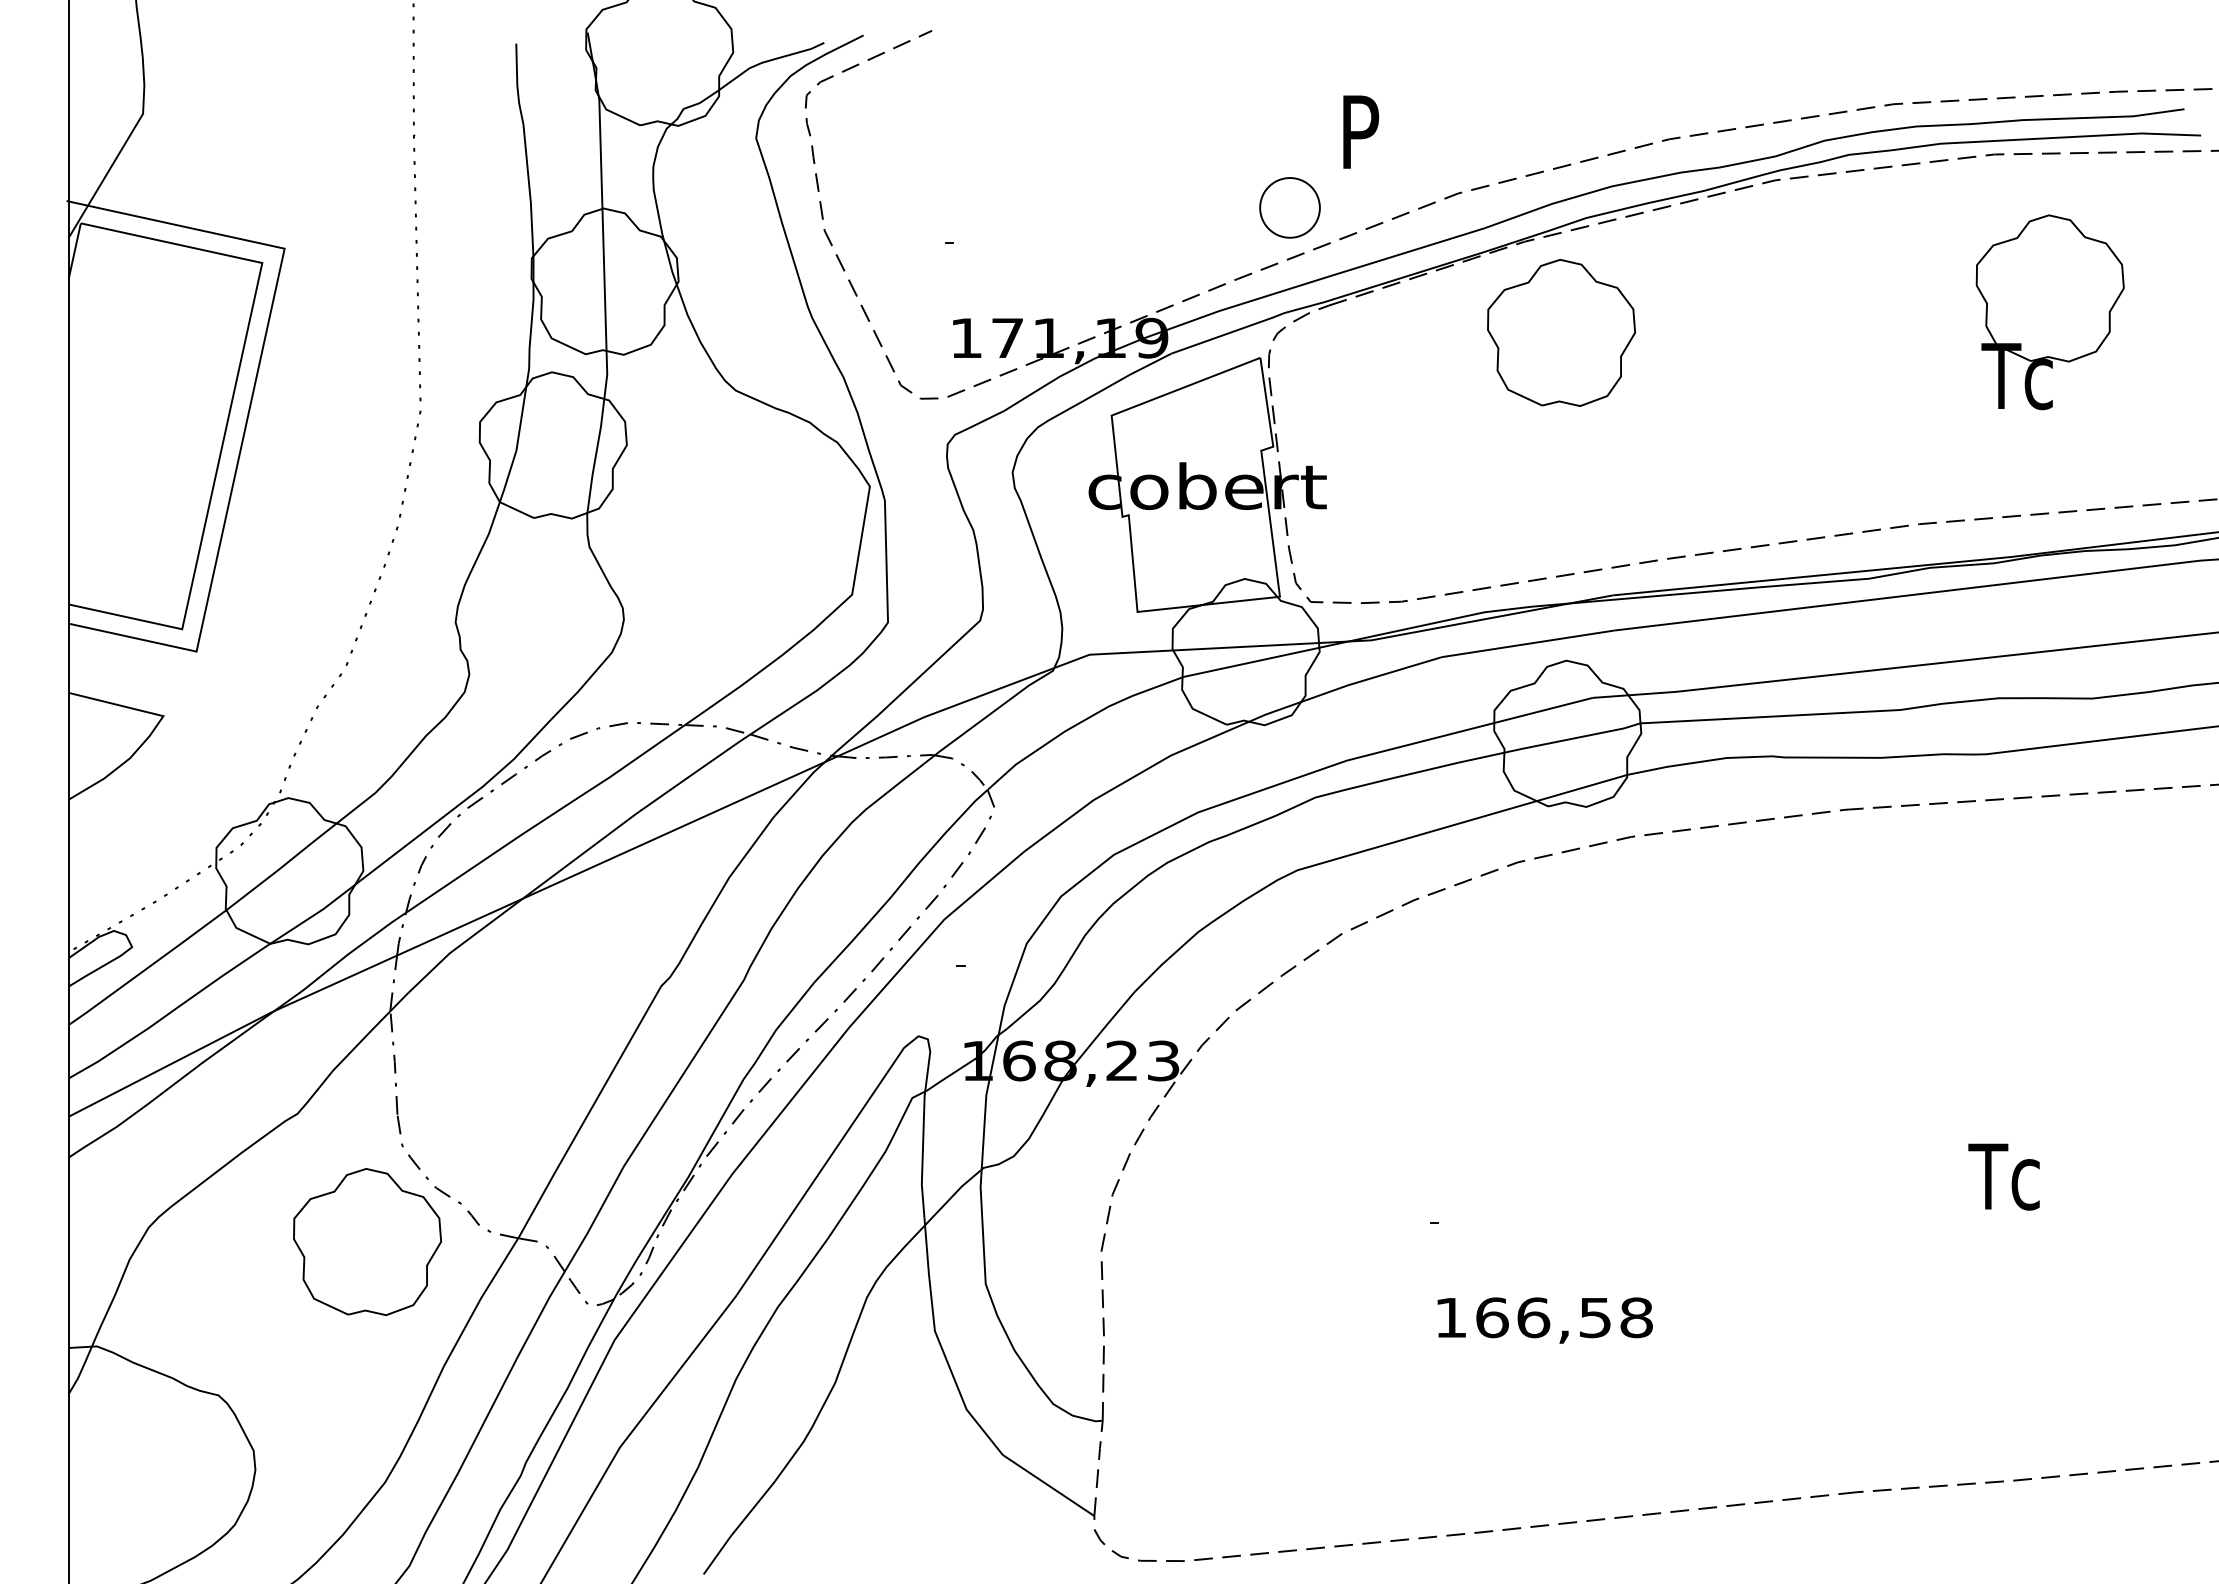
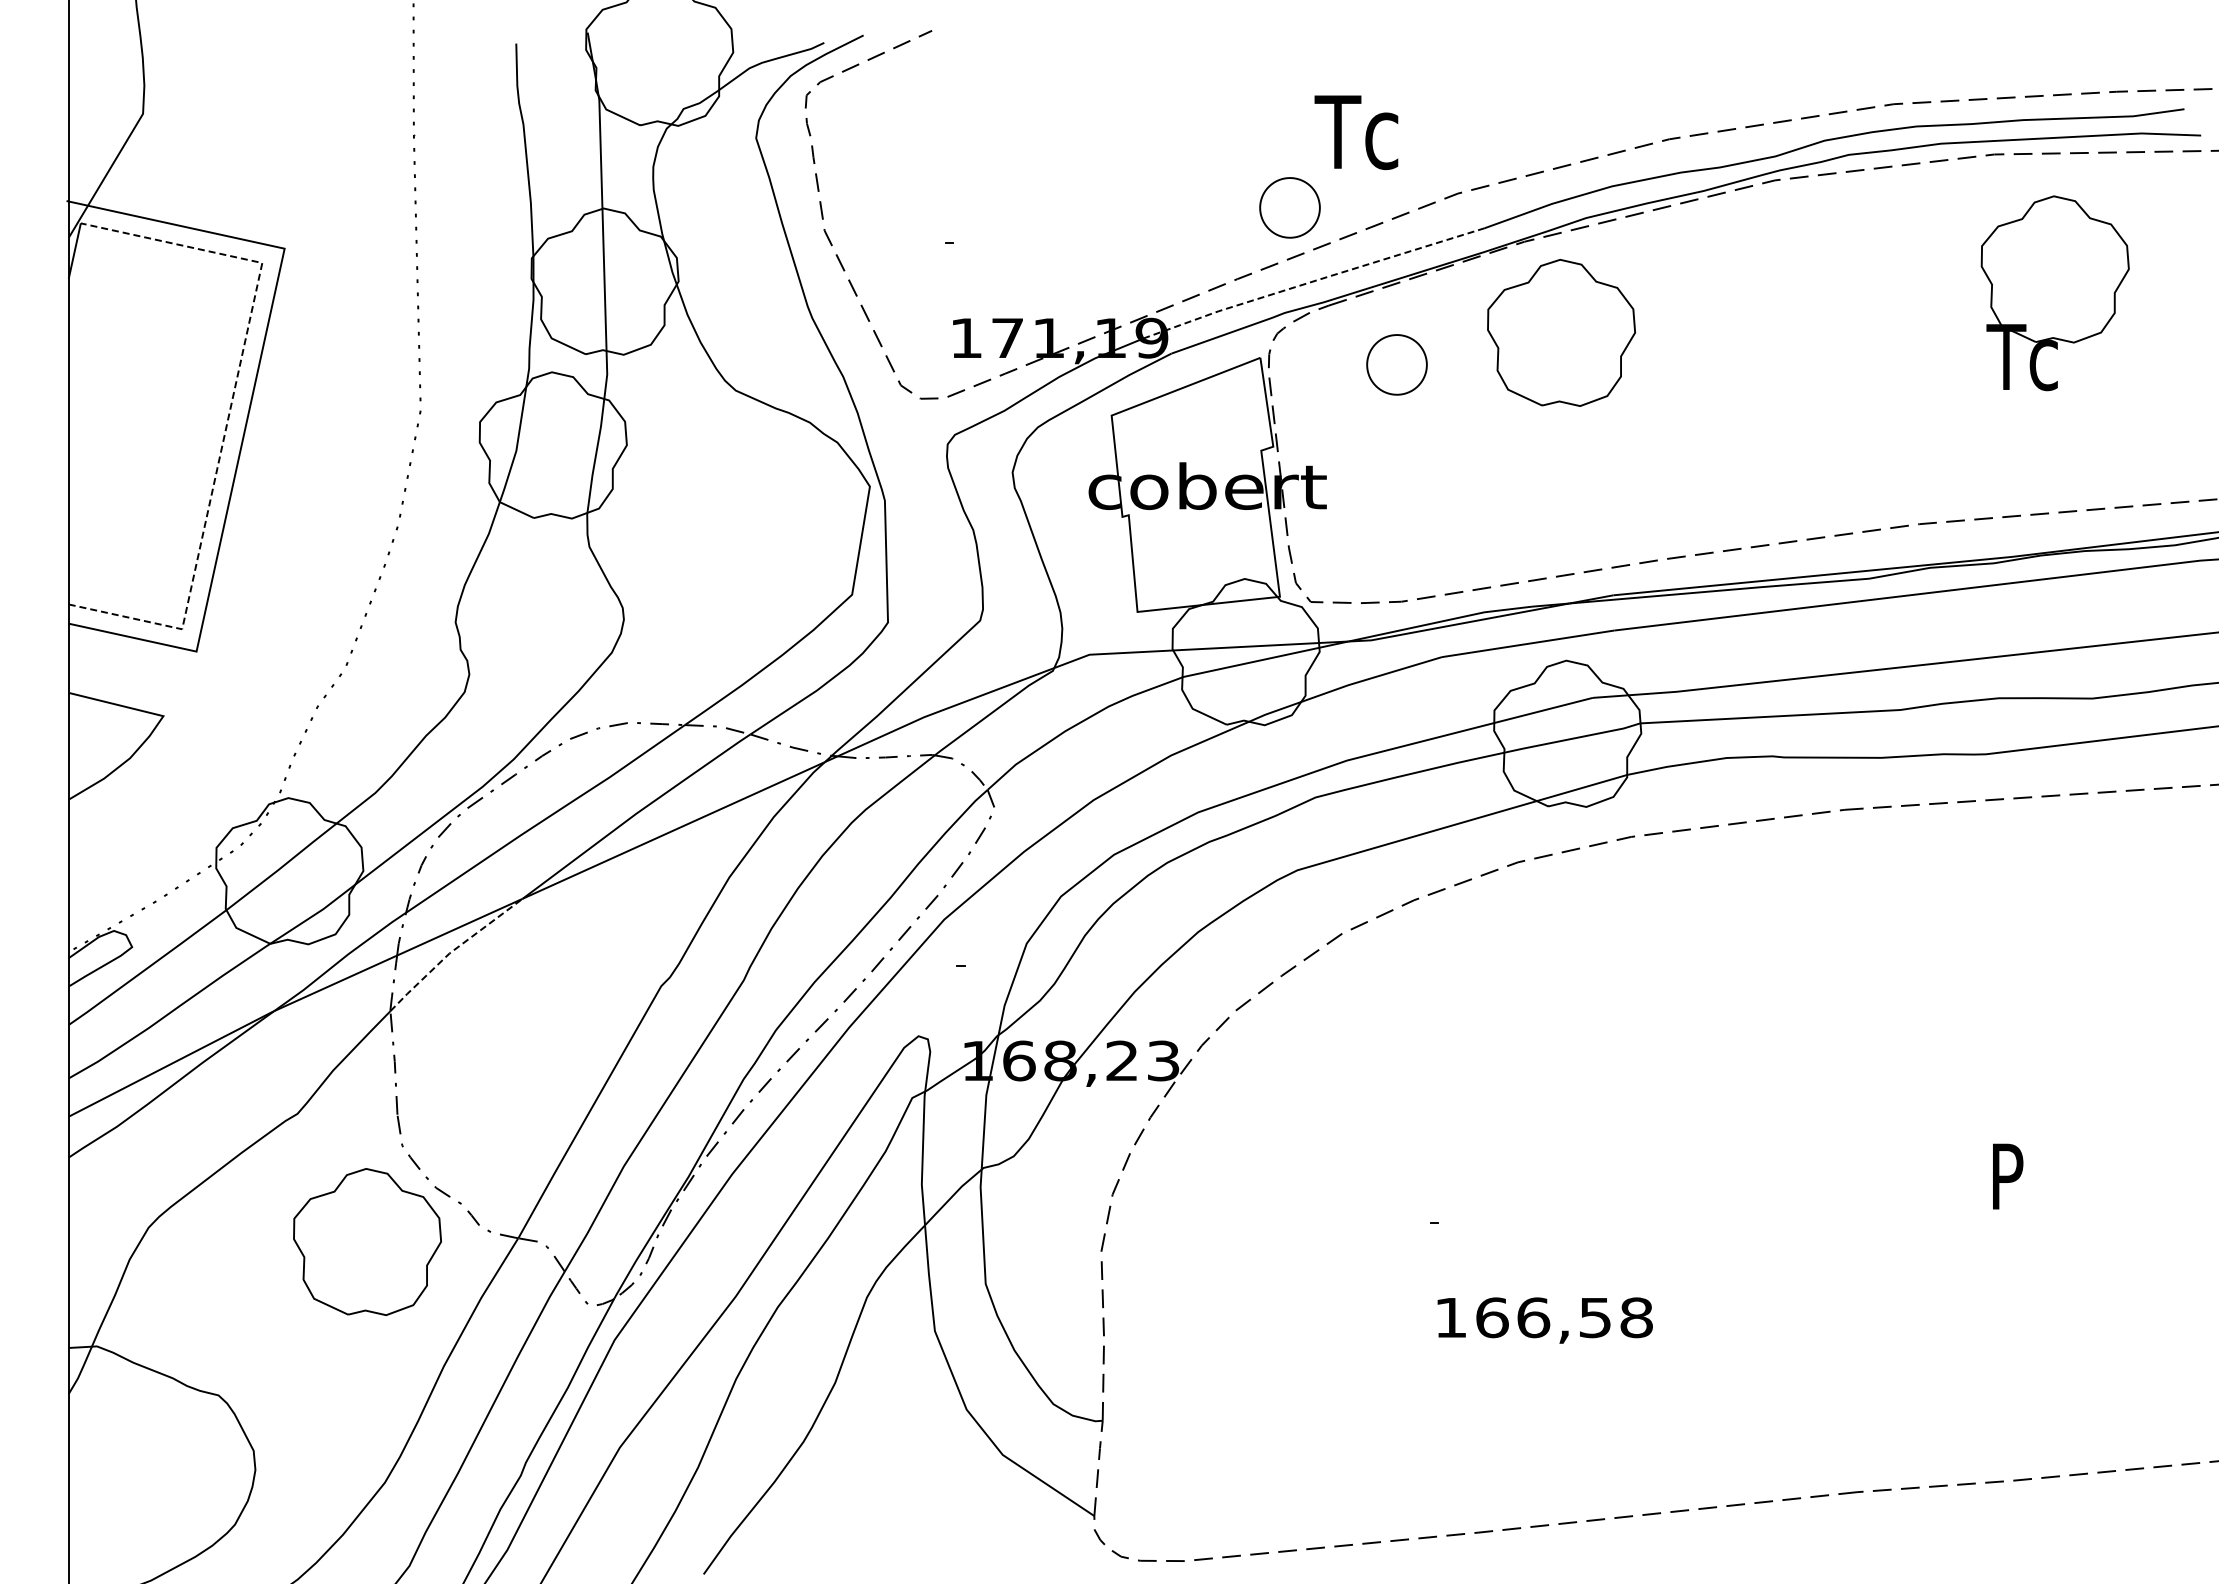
text at (1356, 132): P -> Tc
line at (1313, 281): solid -> dashed
part at (2049, 312) position: (2049, 312) -> (2054, 293)
part at (1396, 364): none -> present
line at (229, 412): solid -> dashed
line at (452, 951): solid -> dashed
text at (2003, 1176): Tc -> P
